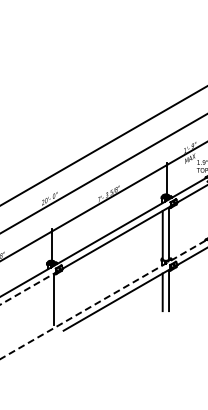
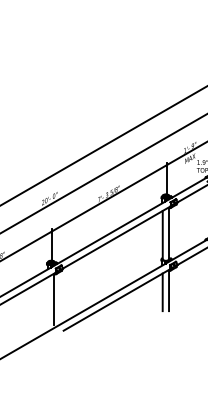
line at (28, 288): dashed -> solid
line at (103, 299): dashed -> solid
